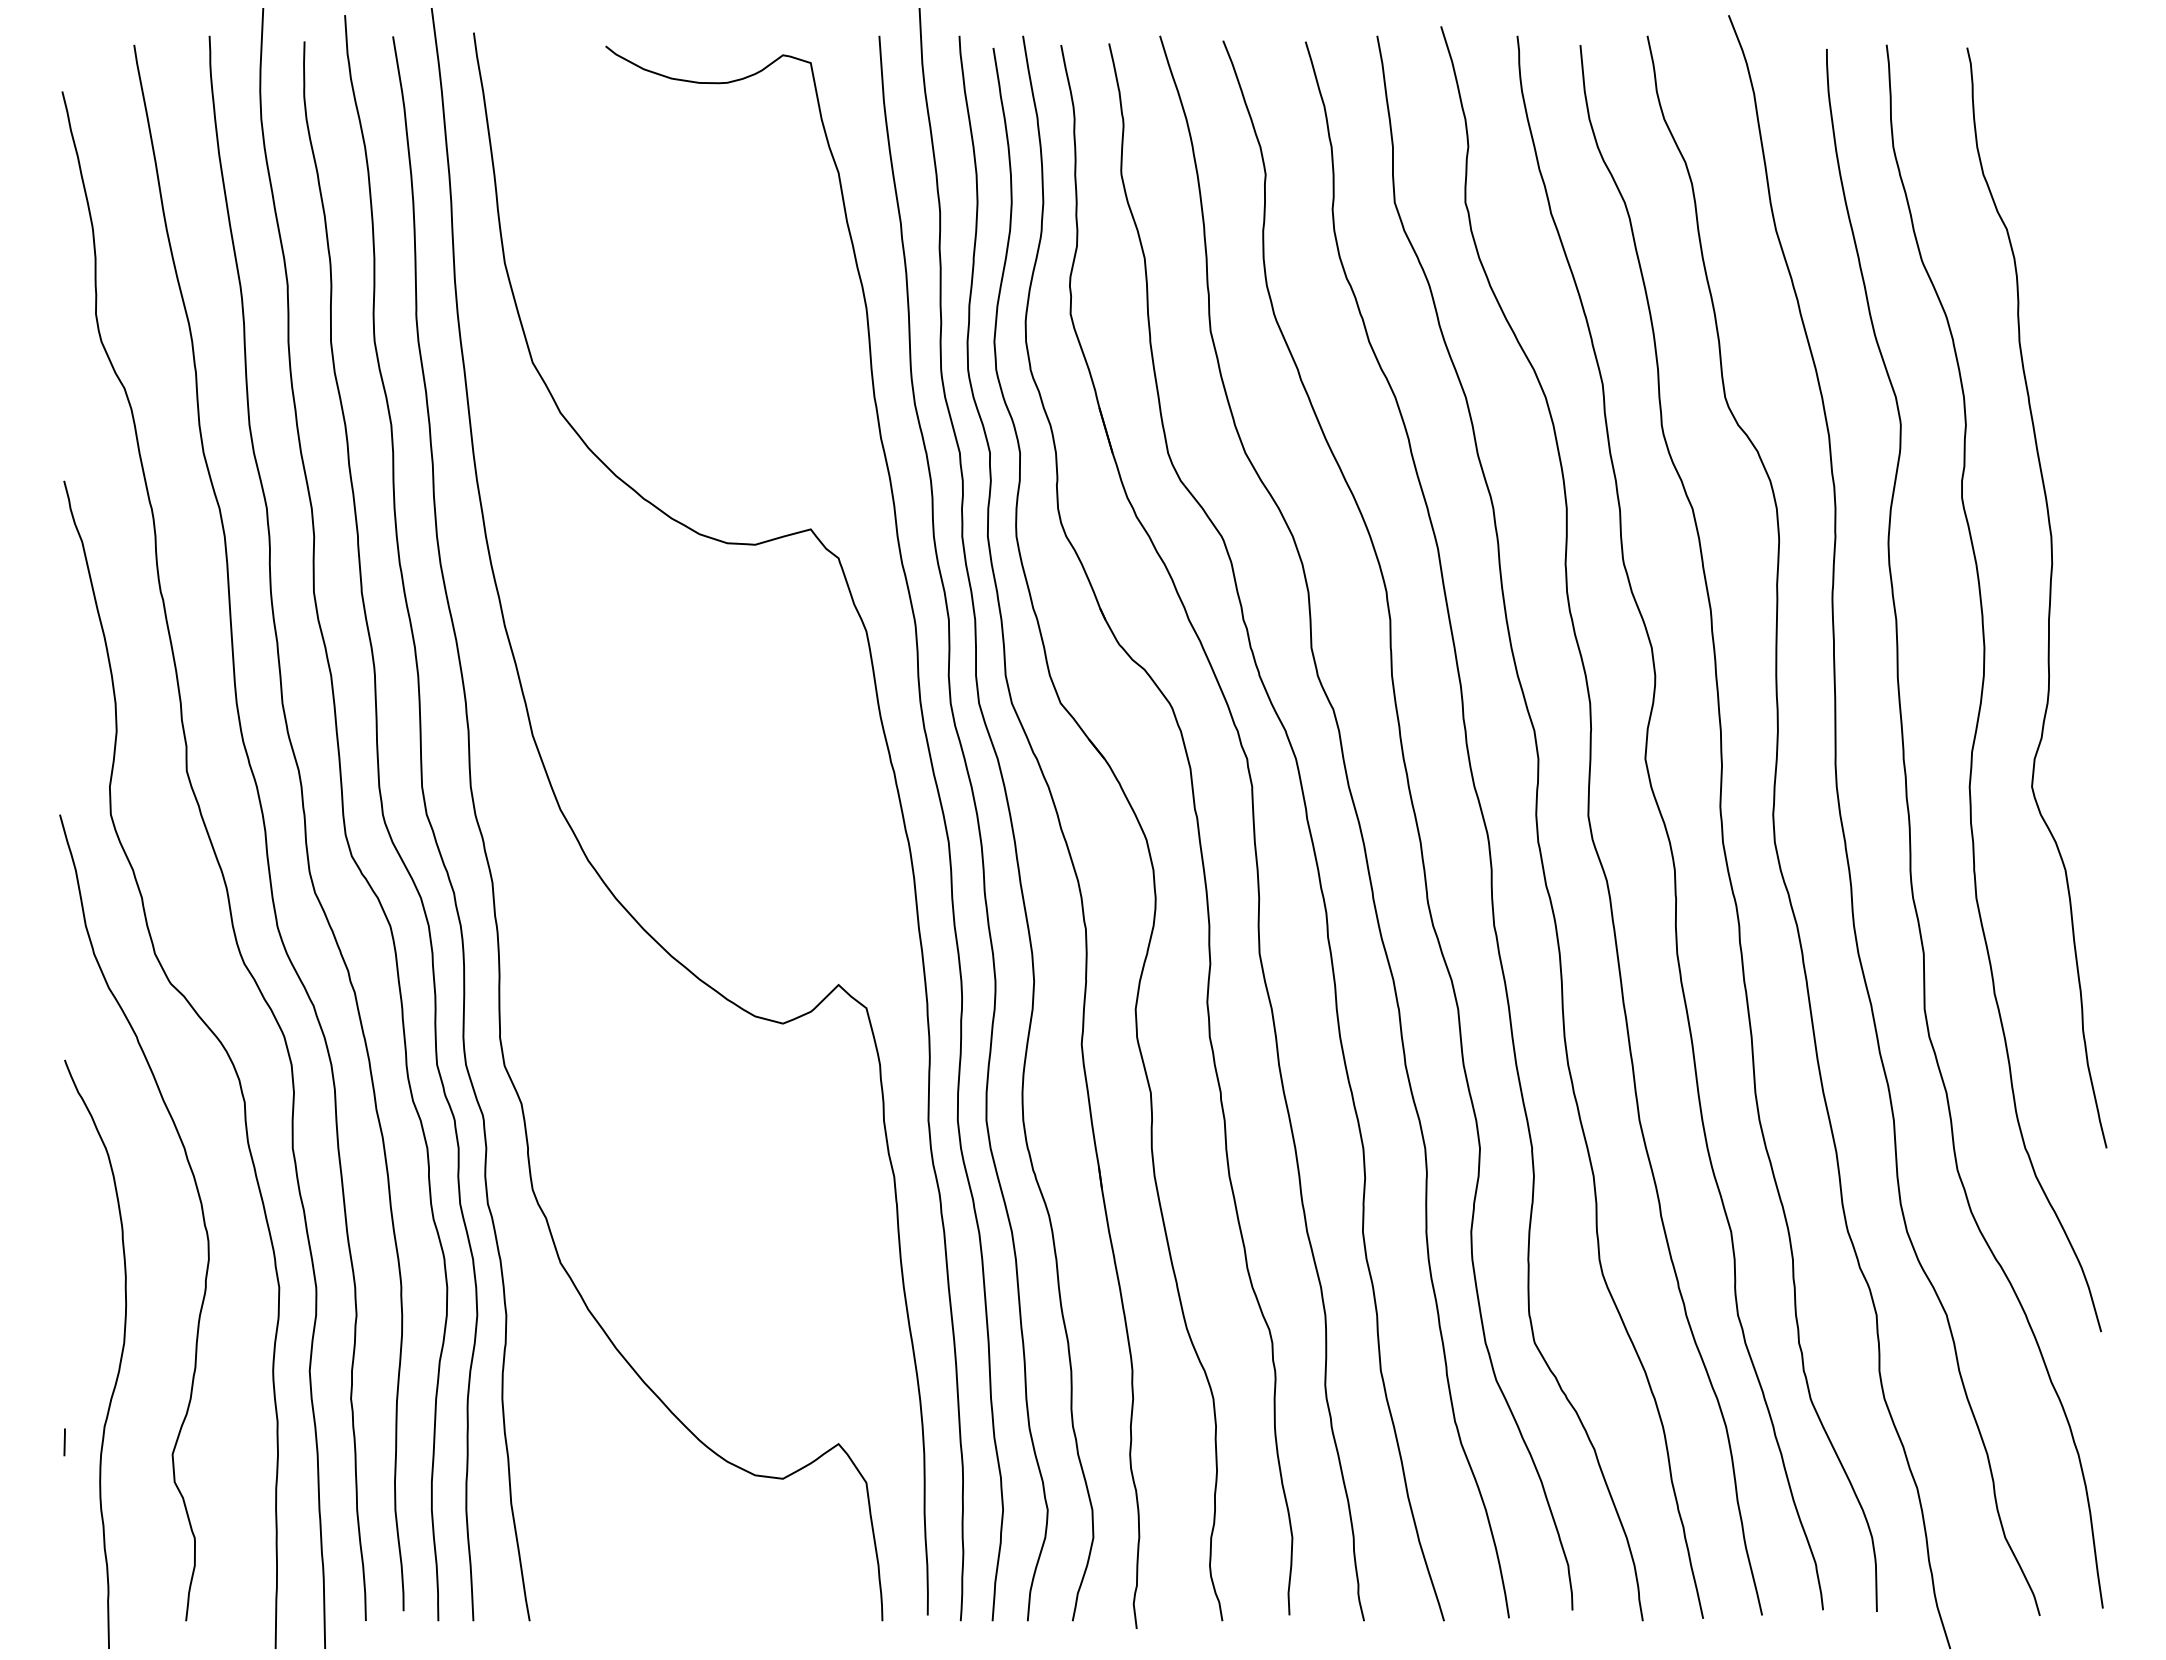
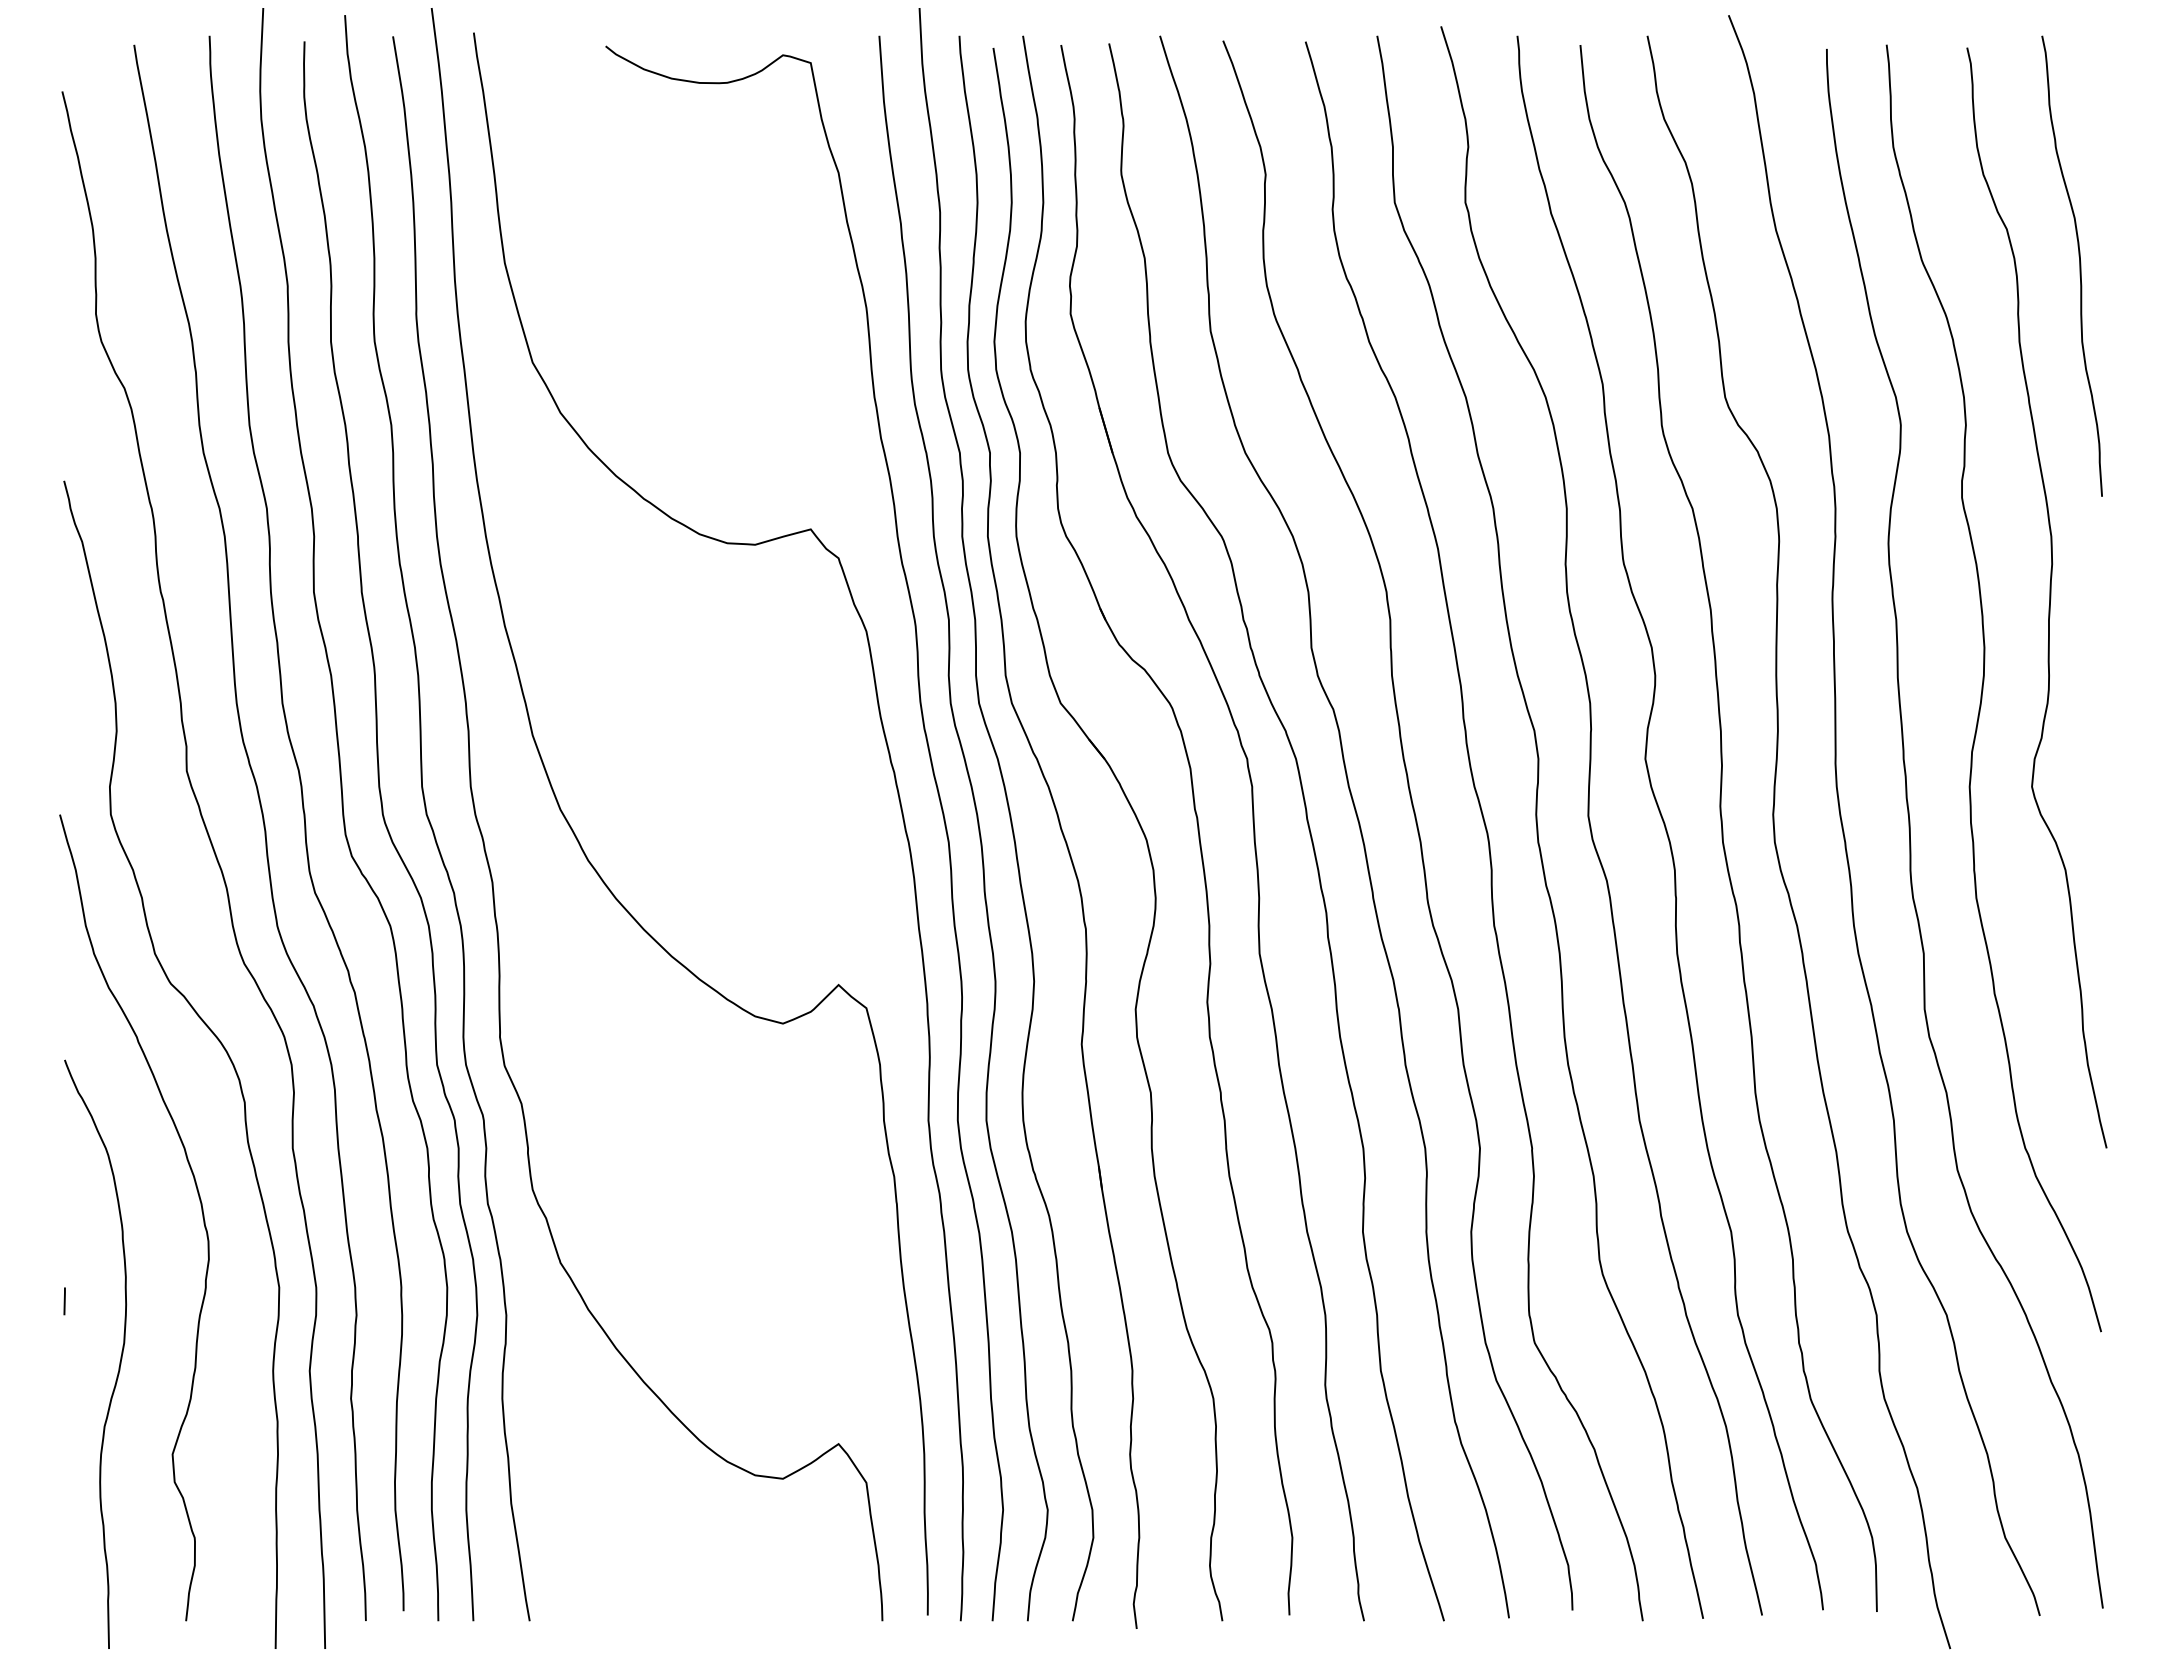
curve at (2079, 265): none -> present
line at (64, 1442) position: (64, 1442) -> (64, 1301)
